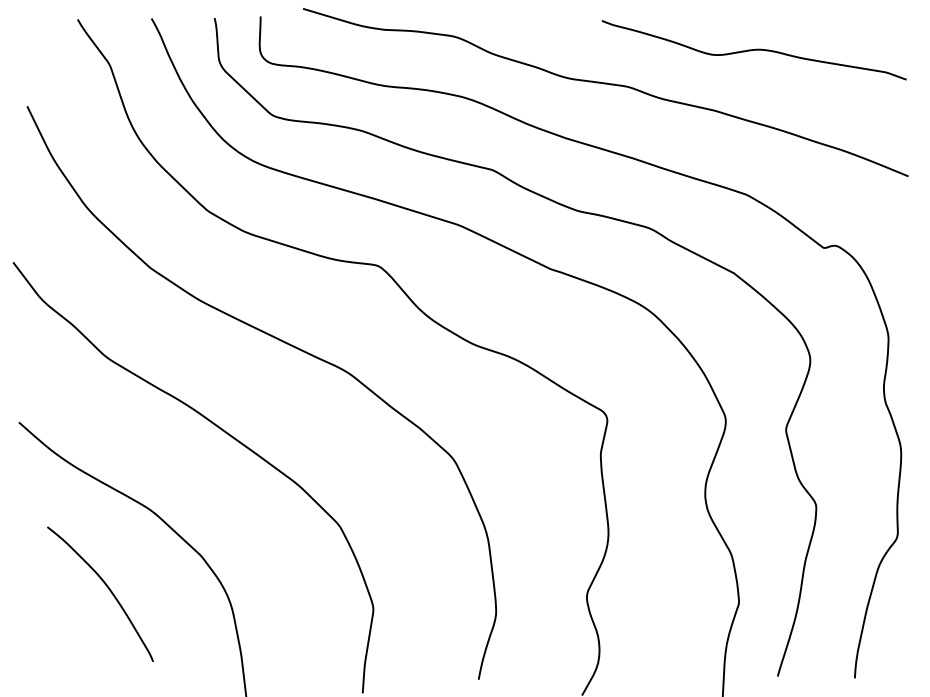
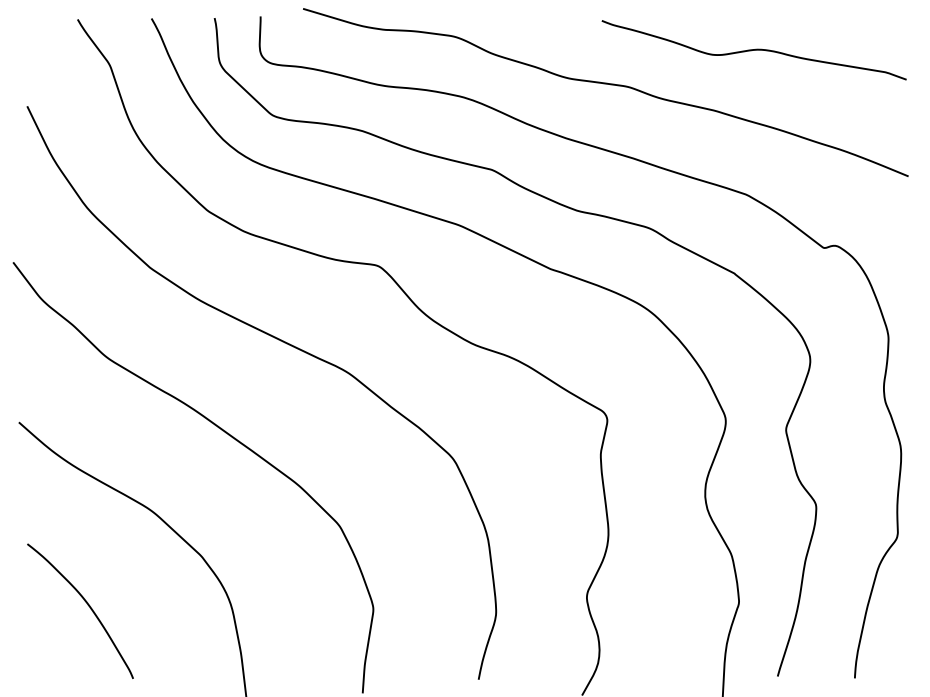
curve at (107, 588) position: (107, 588) -> (87, 605)
